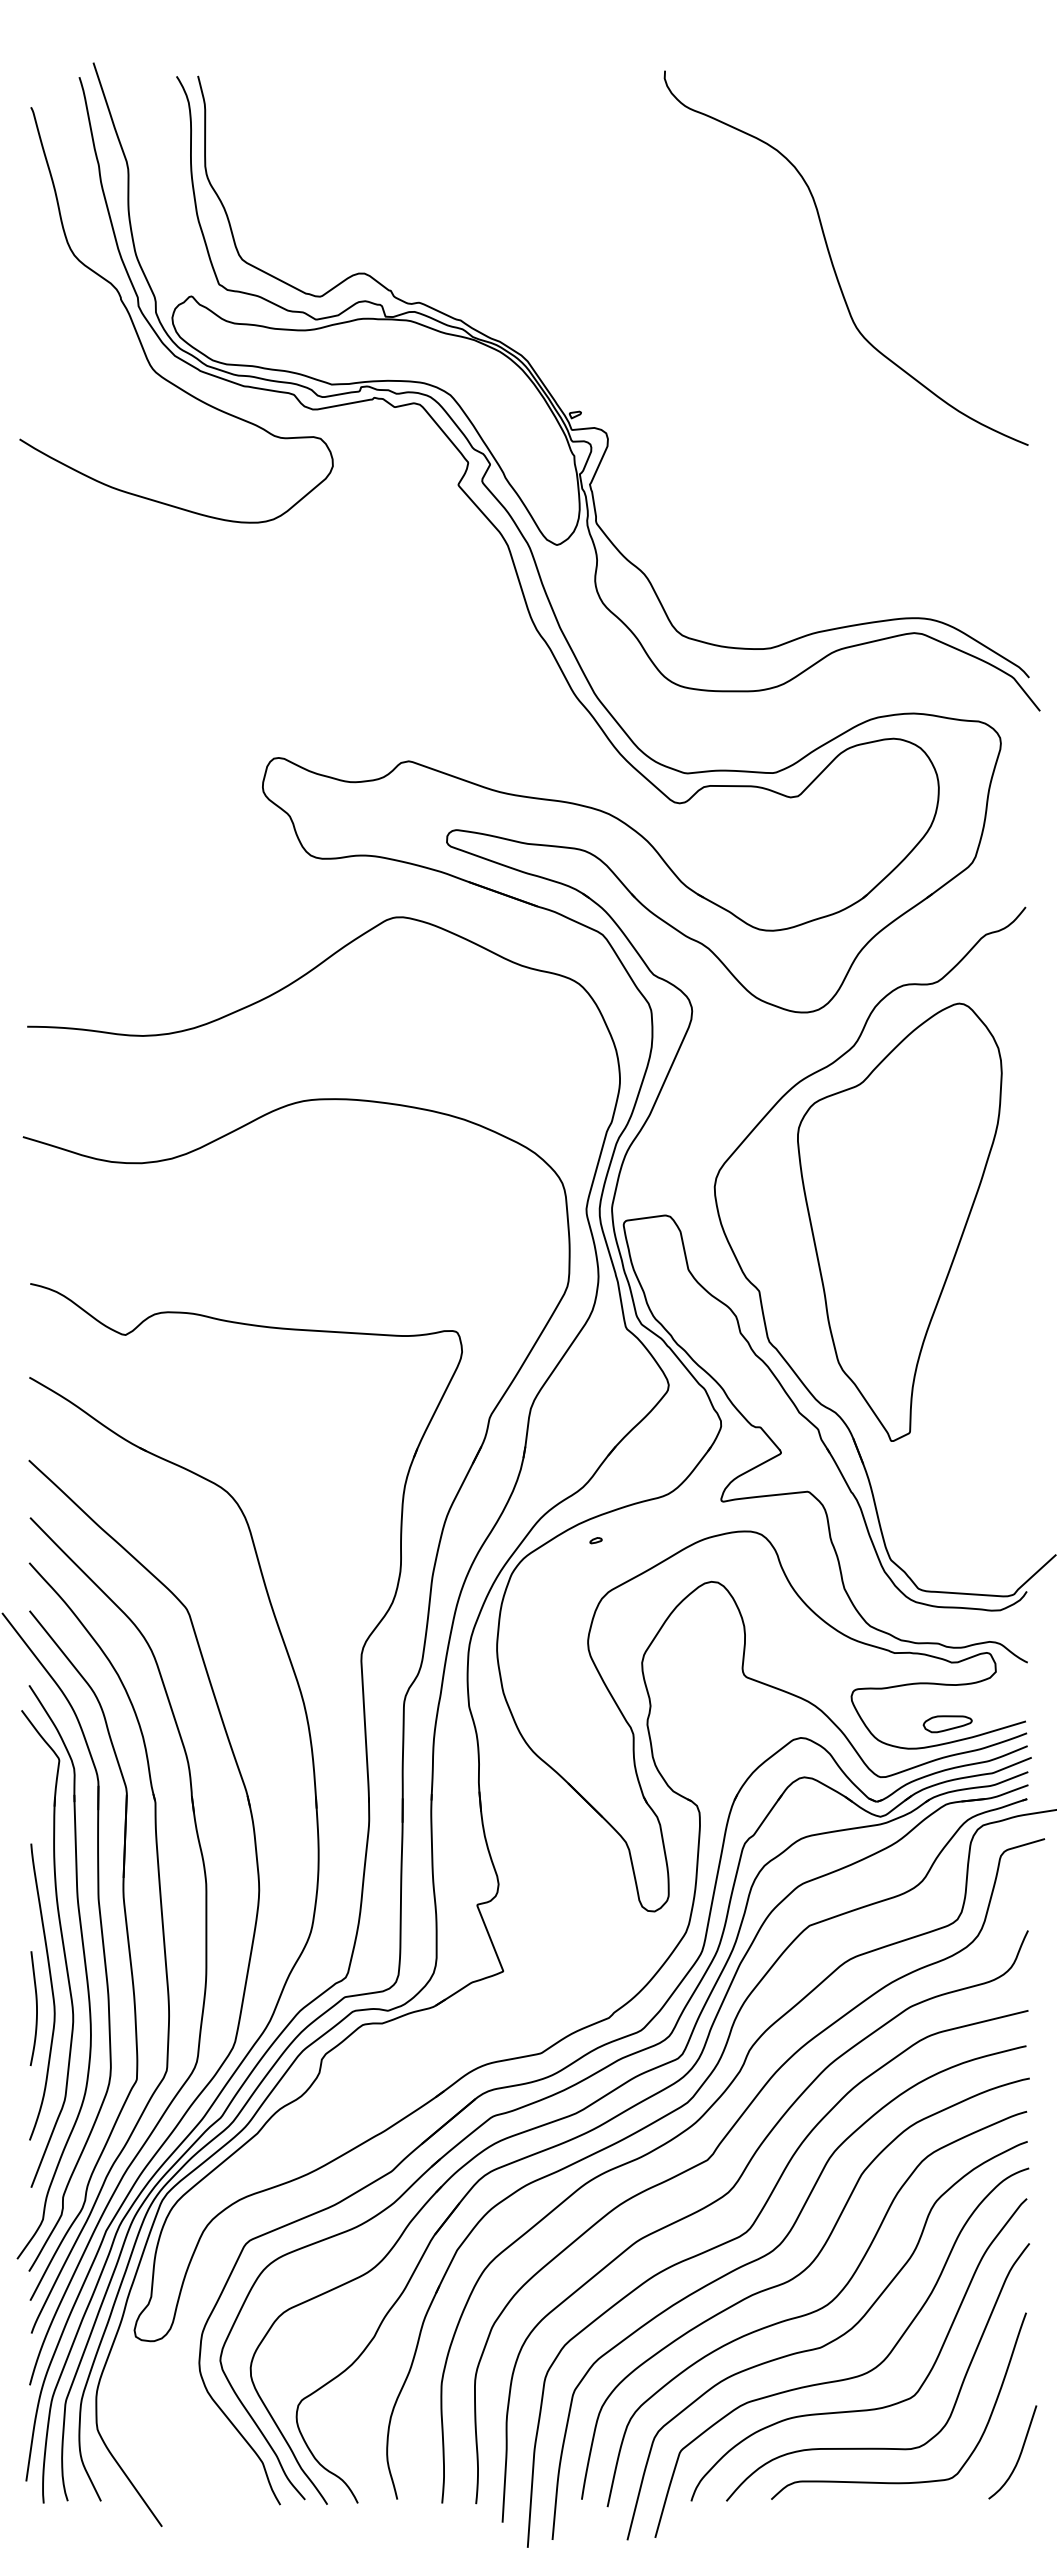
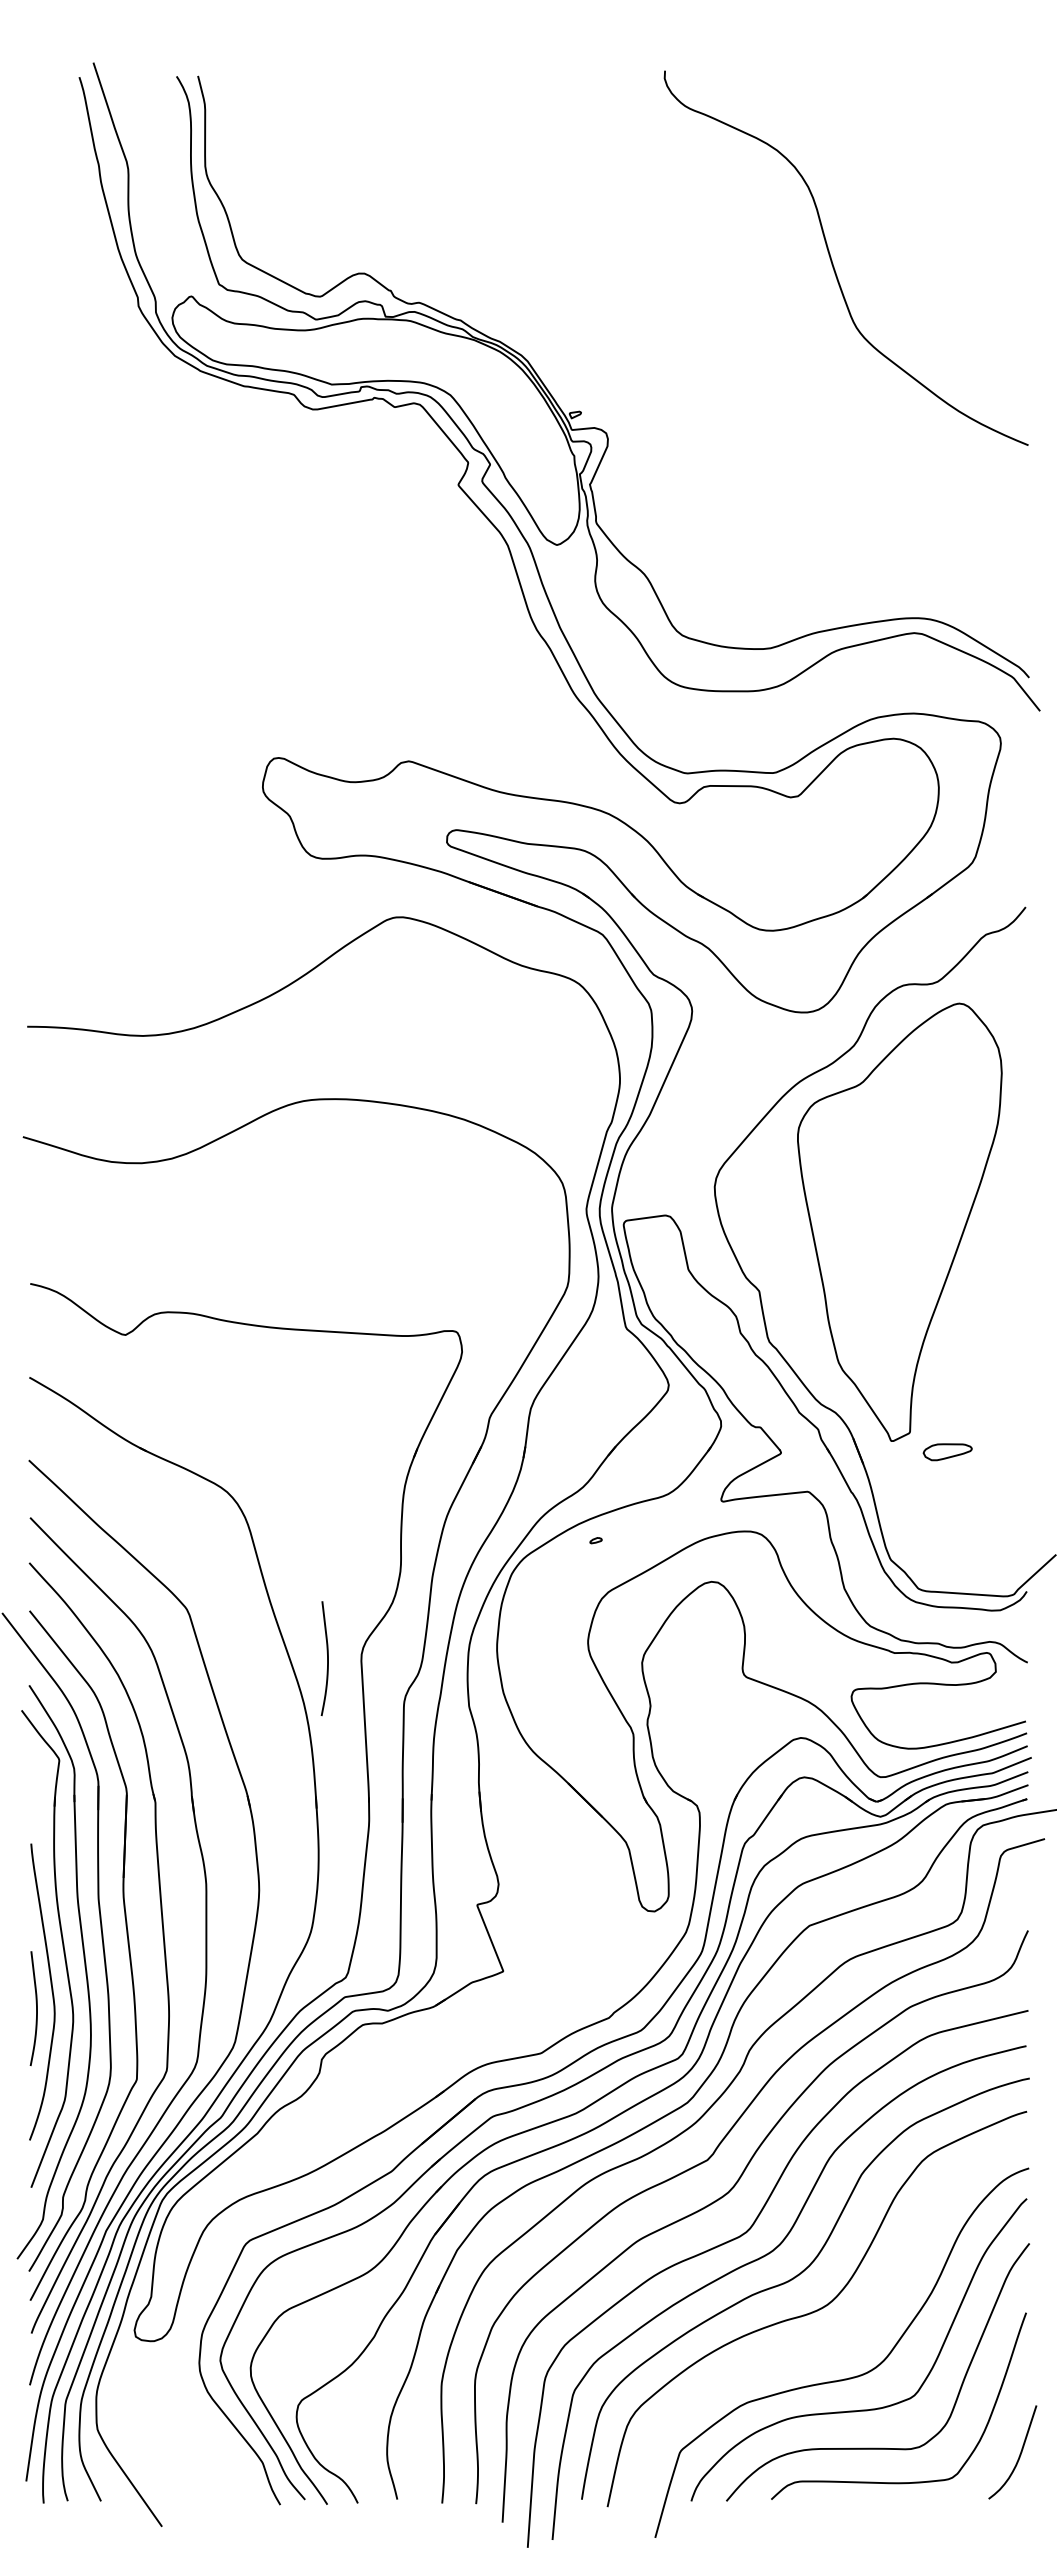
curve at (137, 331): present -> none
curve at (327, 1658): none -> present
part at (947, 1724) position: (947, 1724) -> (947, 1452)
curve at (828, 2342): present -> none
